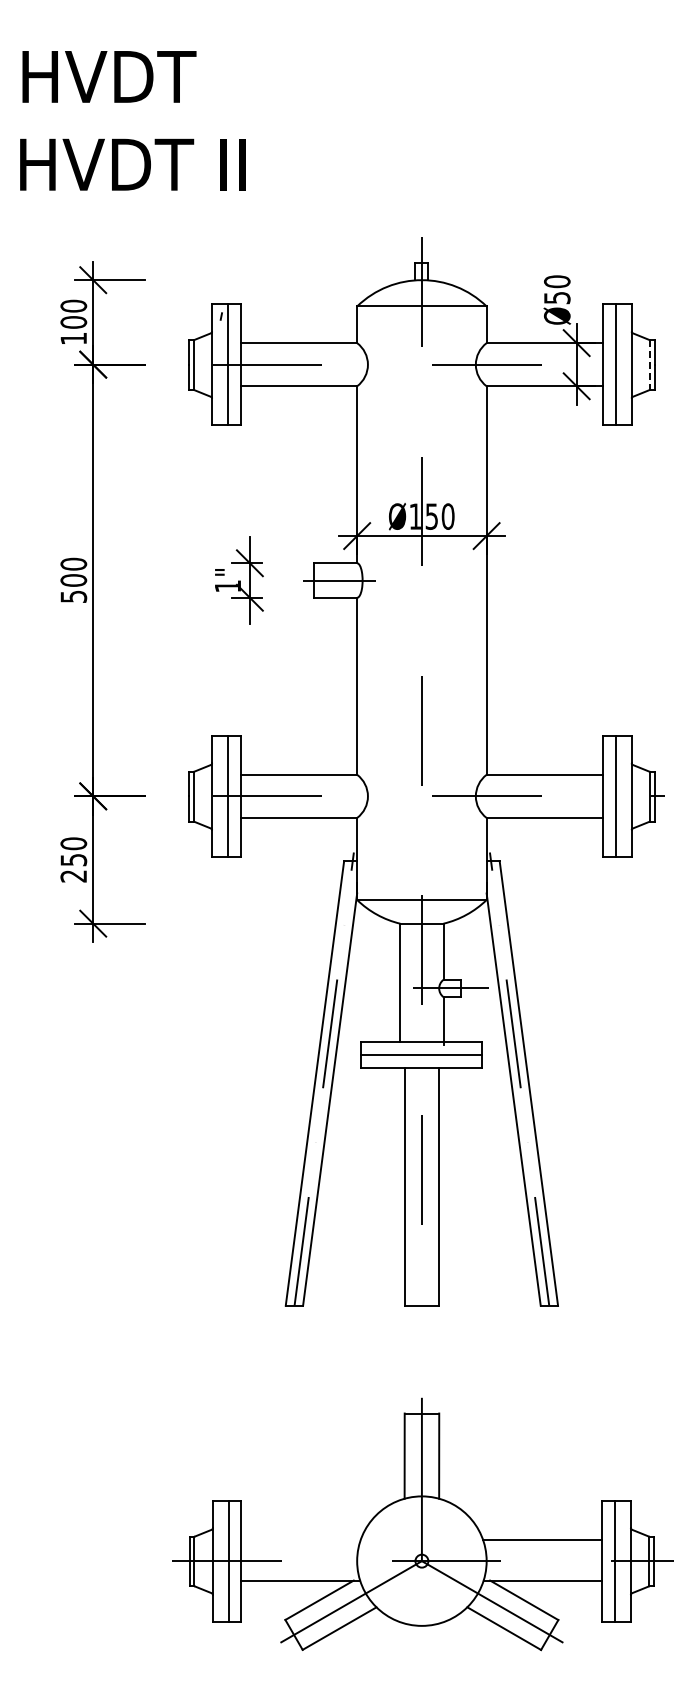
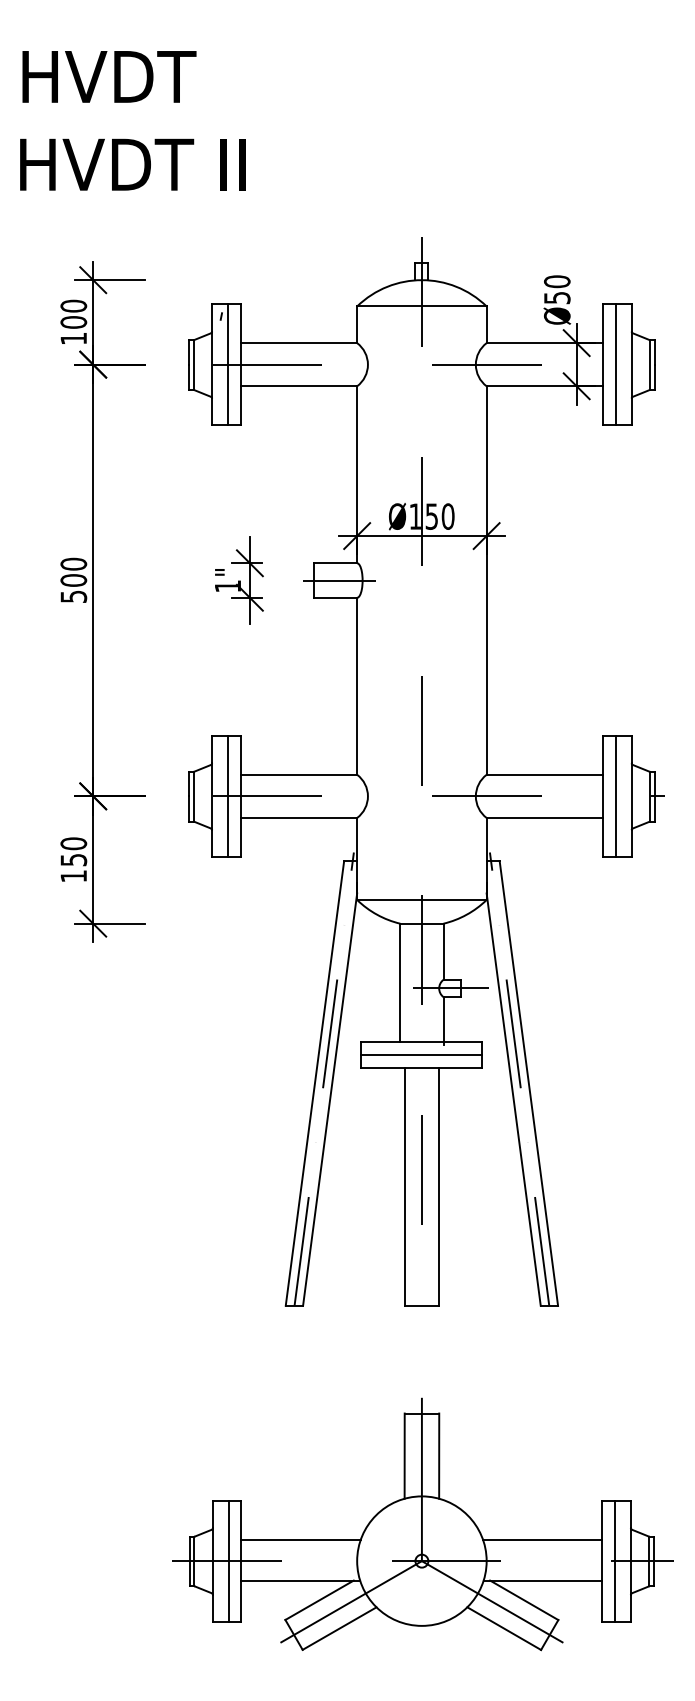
line at (650, 365): dashed -> solid
text at (73, 876): 250 -> 150
line at (300, 1539): none -> present
